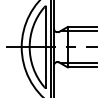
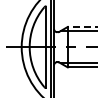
line at (82, 26): solid -> dashed
